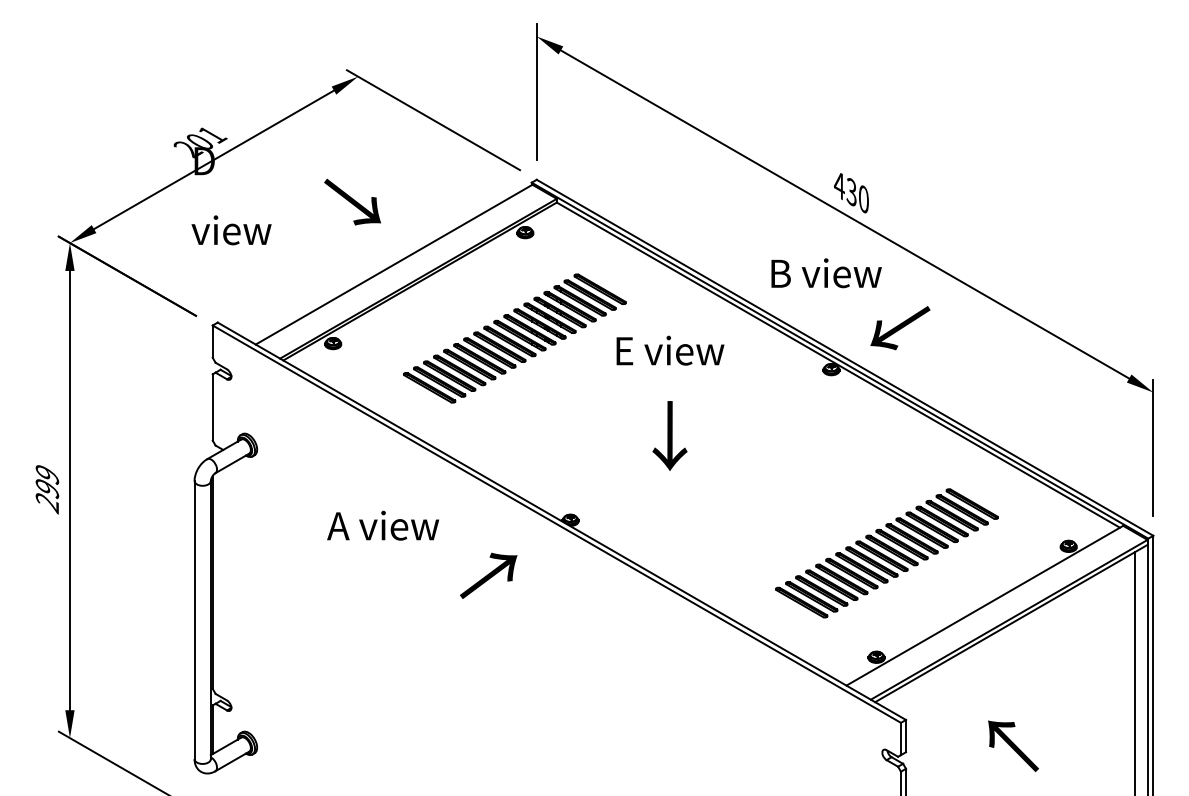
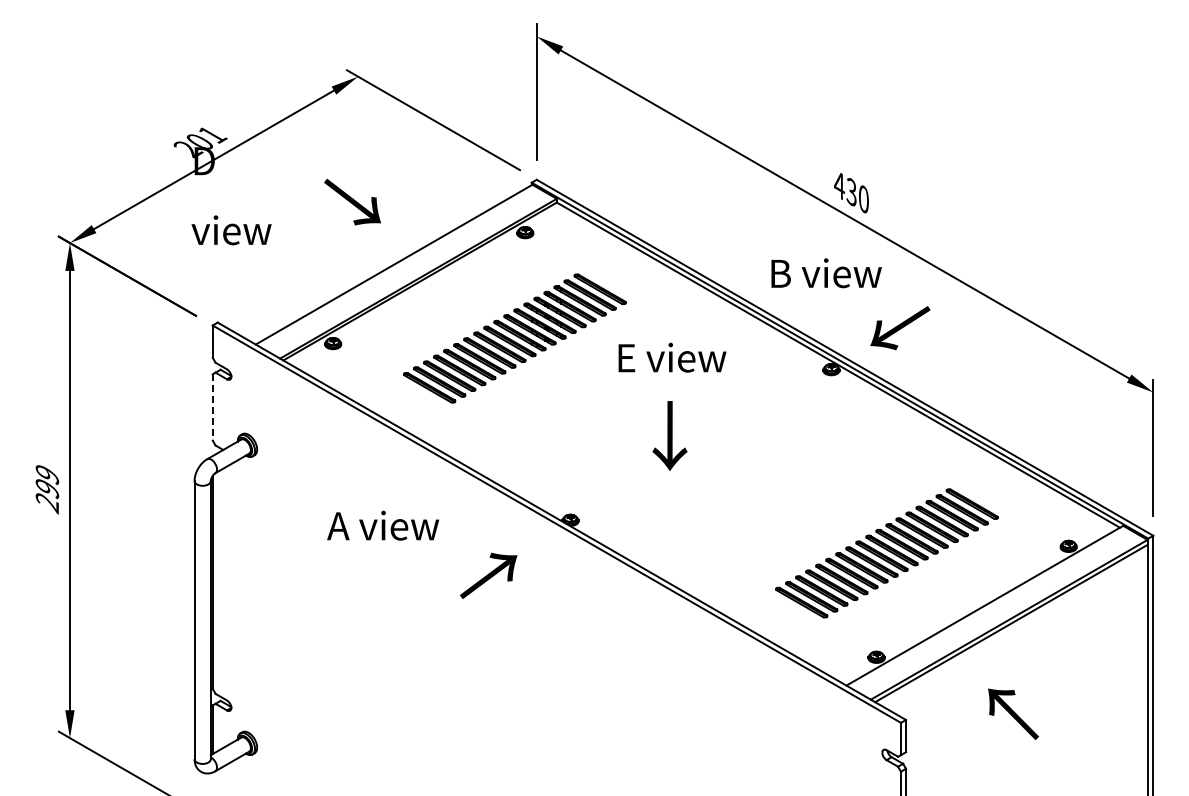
text at (670, 350) position: (670, 350) -> (672, 357)
line at (212, 407): solid -> dashed
line at (1135, 671): present -> none
text at (1013, 745) position: (1013, 745) -> (1013, 713)
